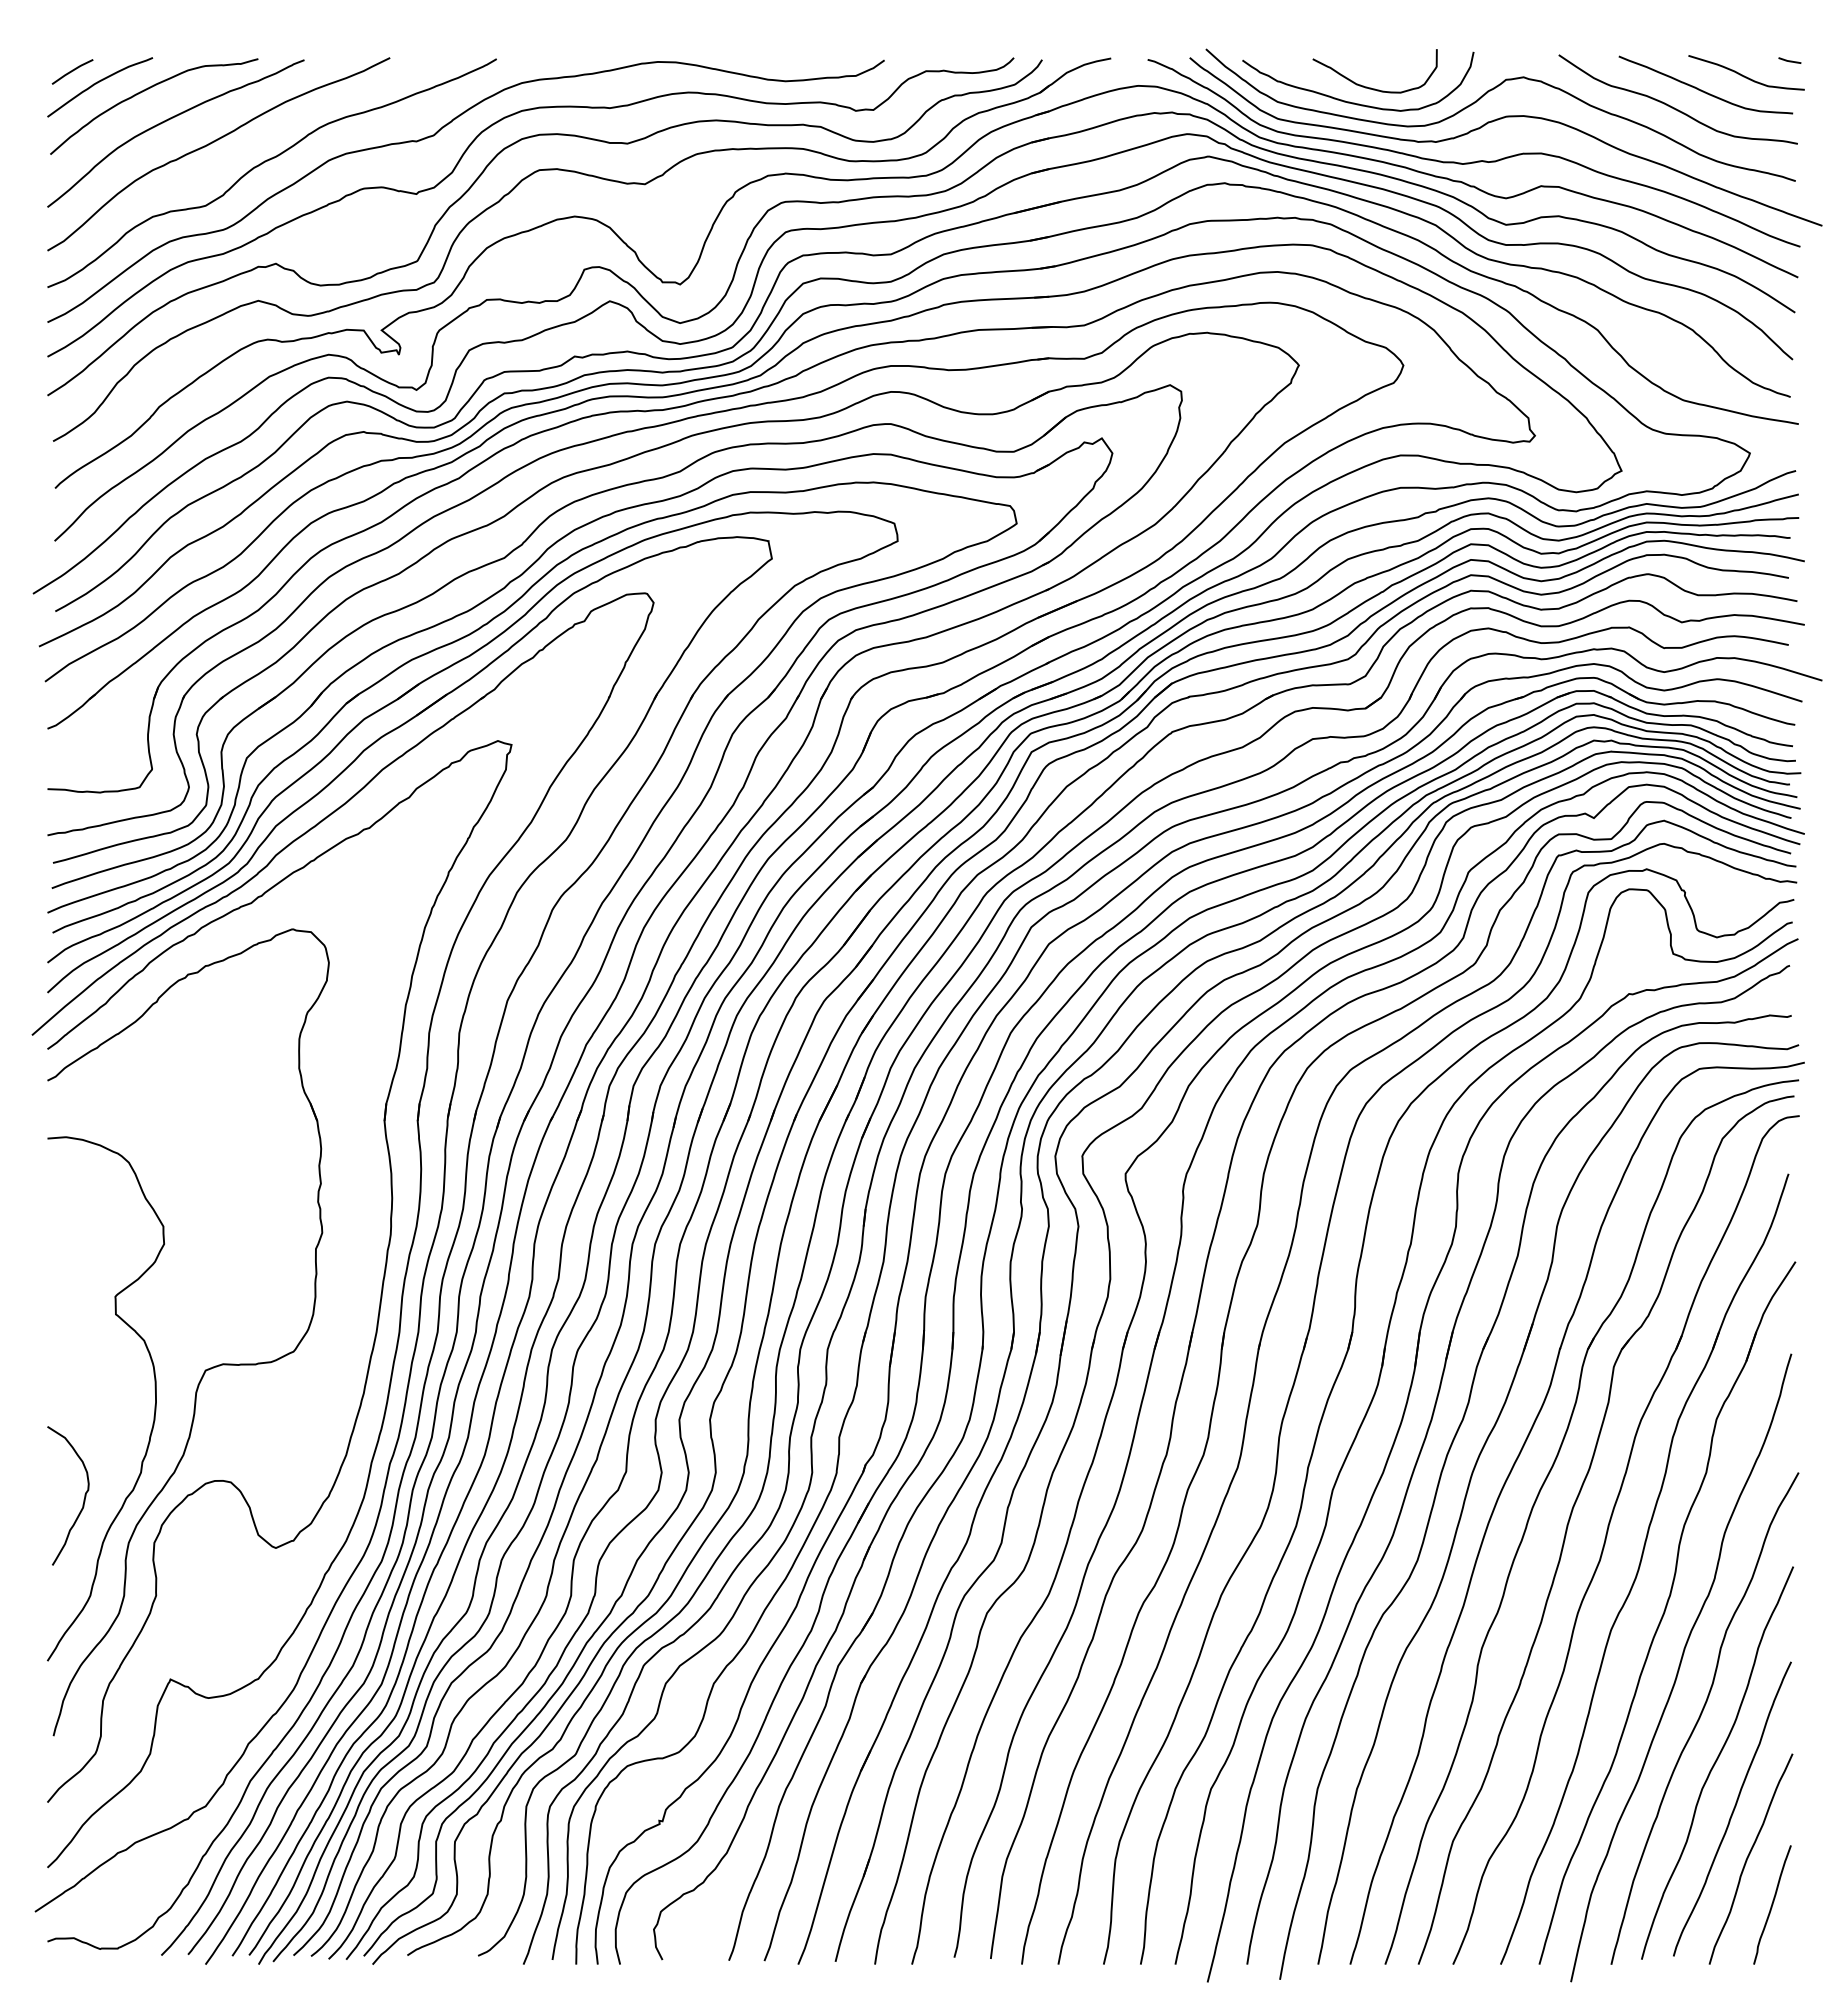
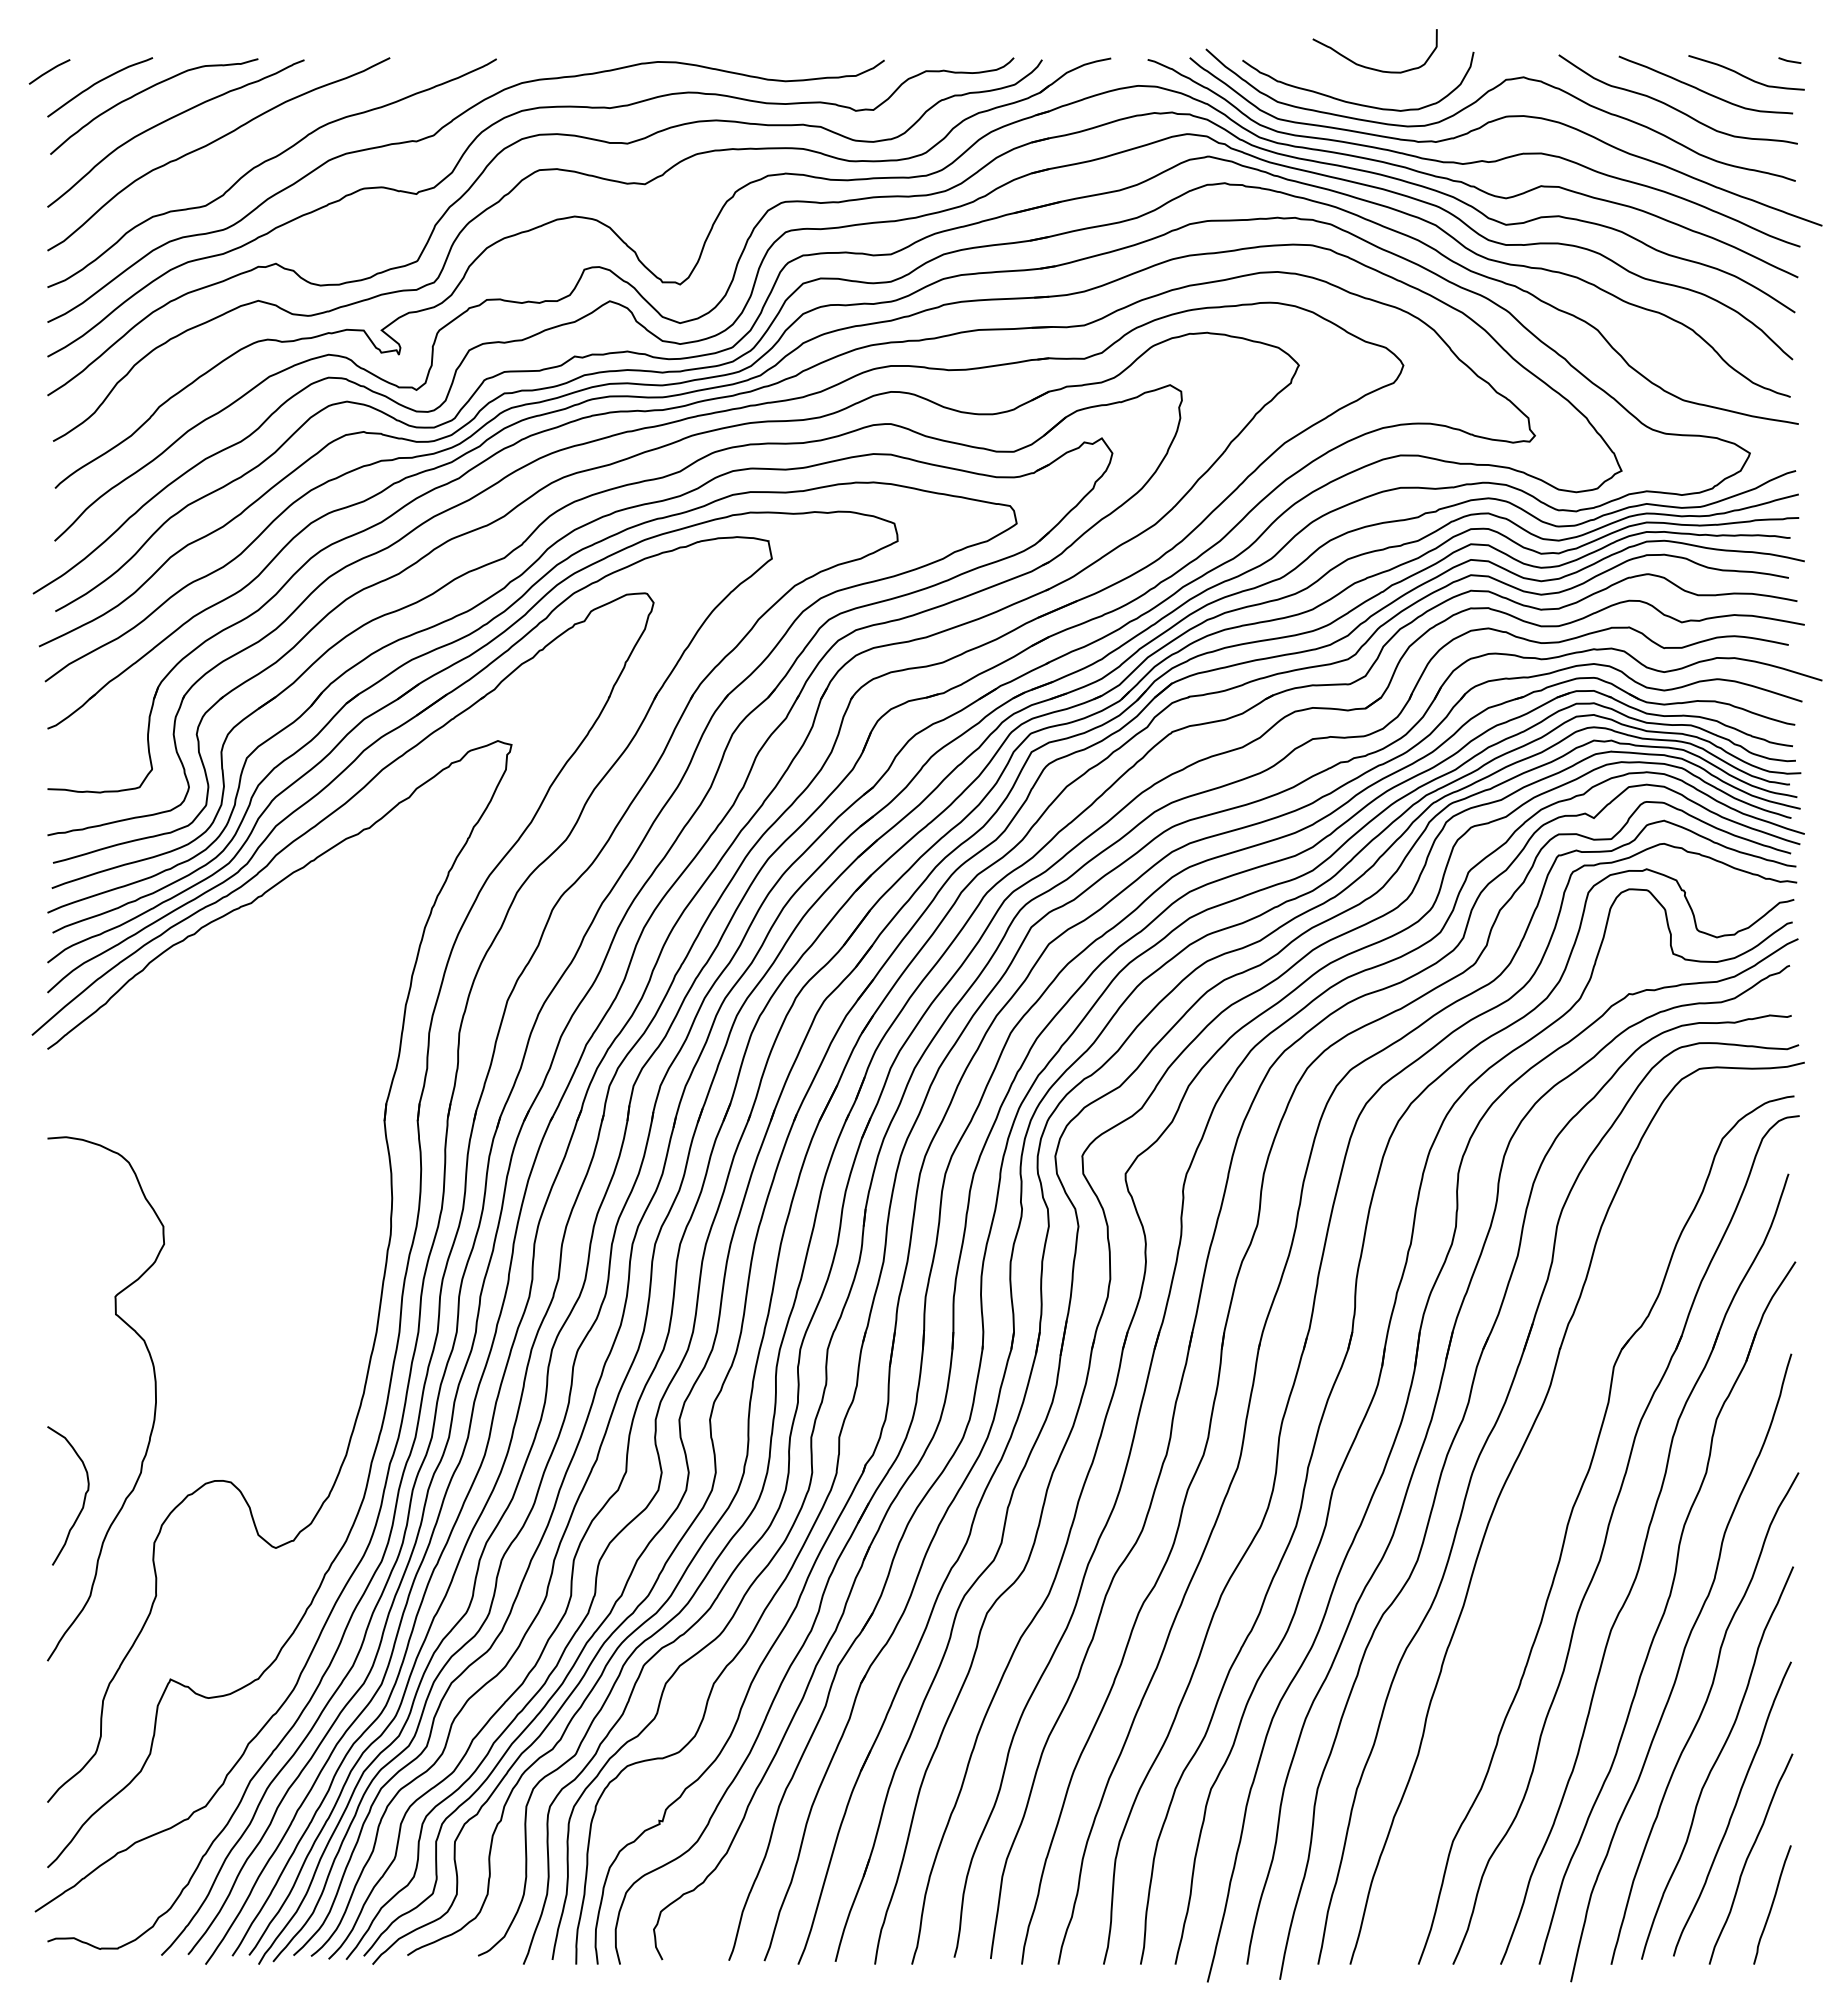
line at (72, 71) position: (72, 71) -> (49, 71)
curve at (1371, 87) position: (1371, 87) -> (1371, 67)
part at (207, 1368): present -> none
part at (1538, 1497): present -> none
